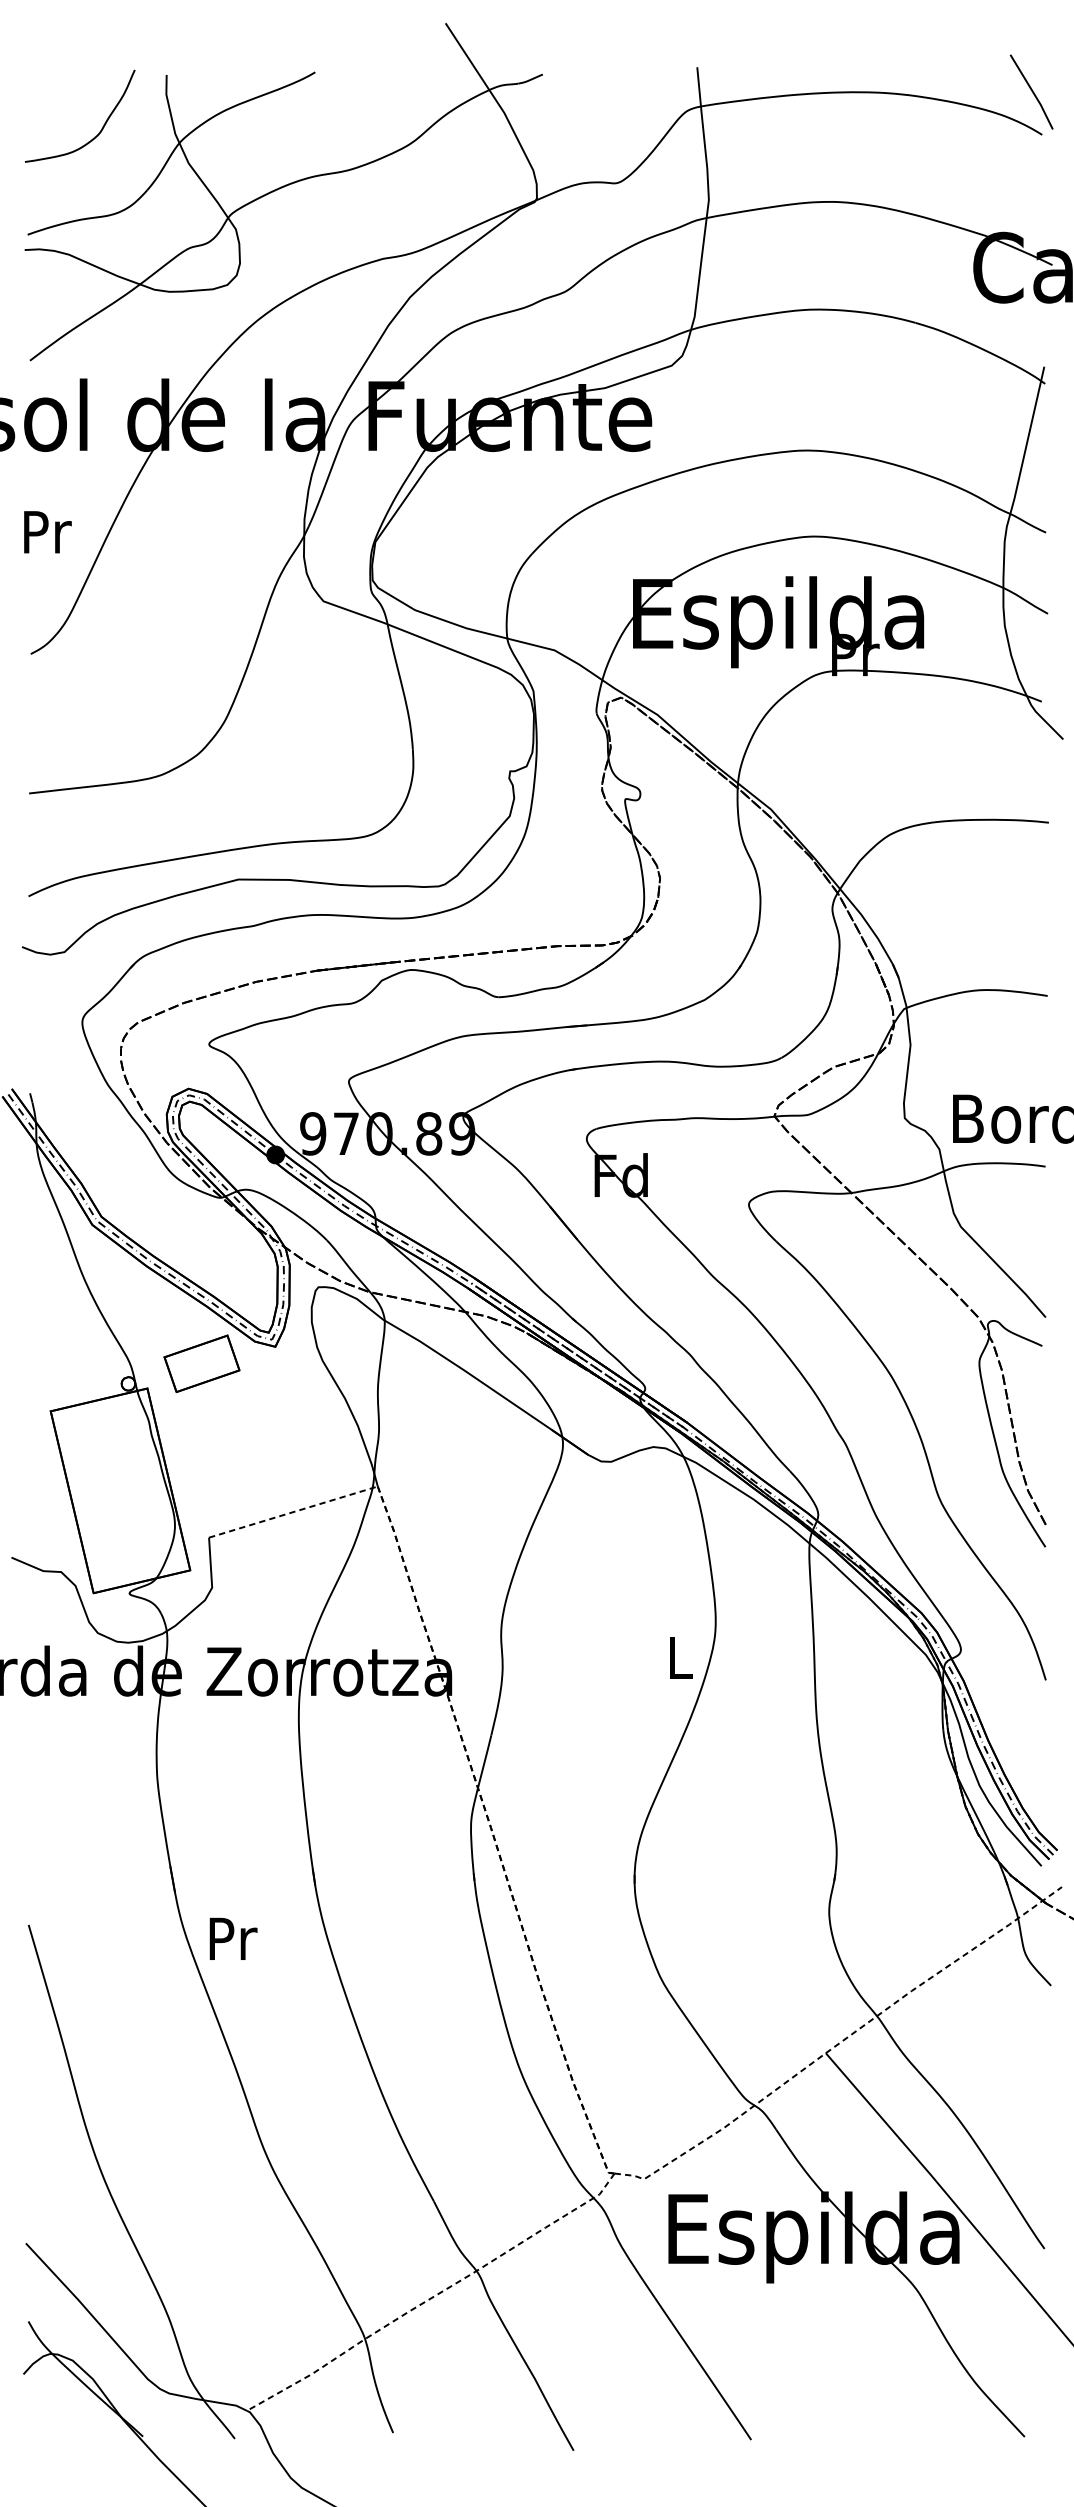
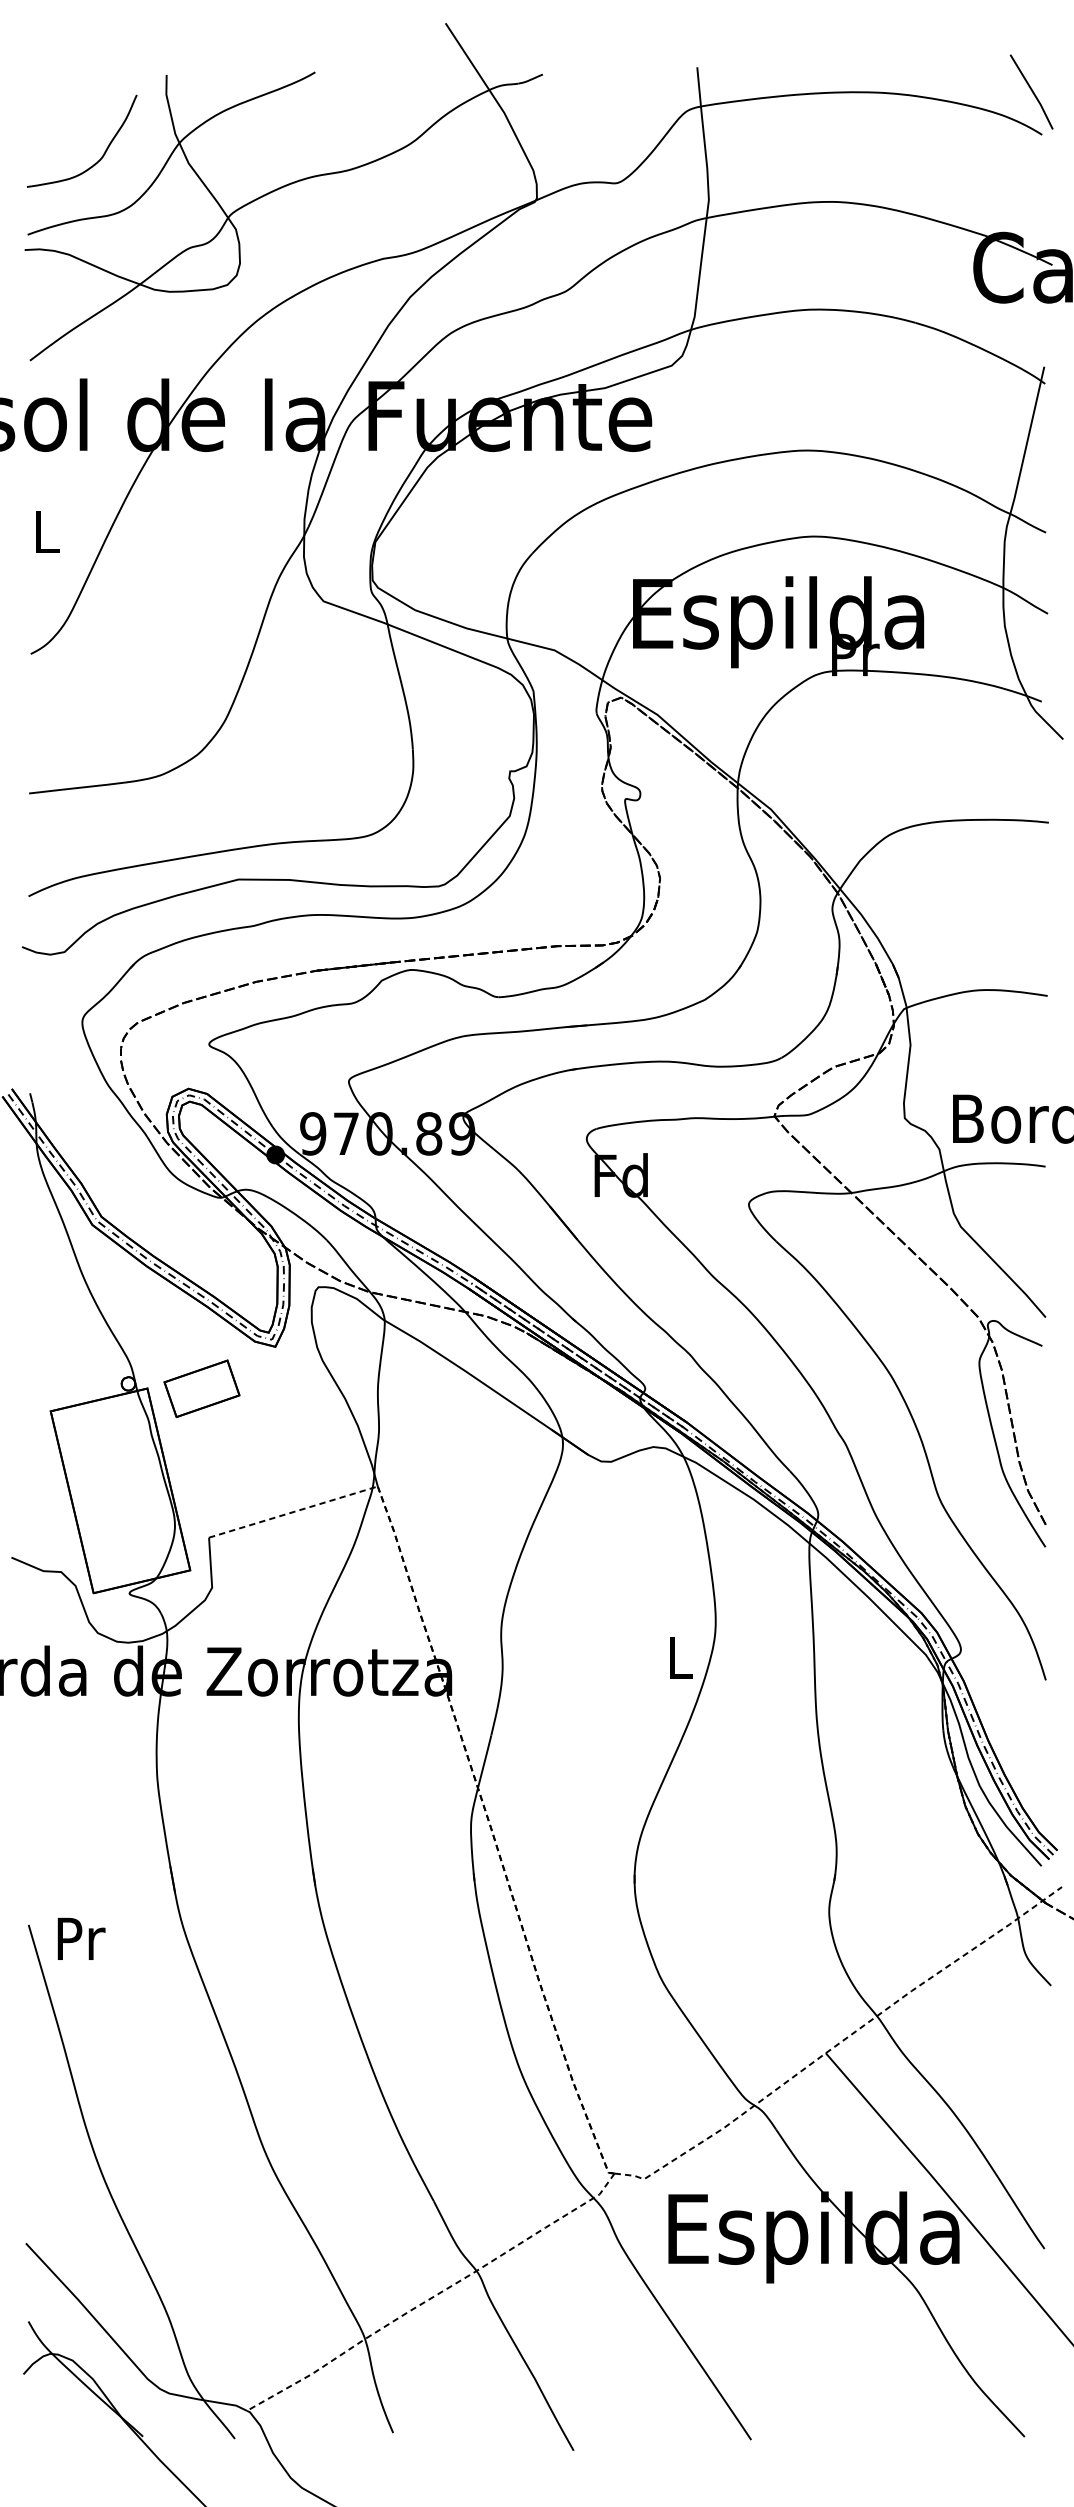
curve at (102, 126) position: (102, 126) -> (104, 151)
text at (47, 532): Pr -> L
part at (201, 1363) position: (201, 1363) -> (201, 1388)
text at (233, 1938) position: (233, 1938) -> (81, 1938)
